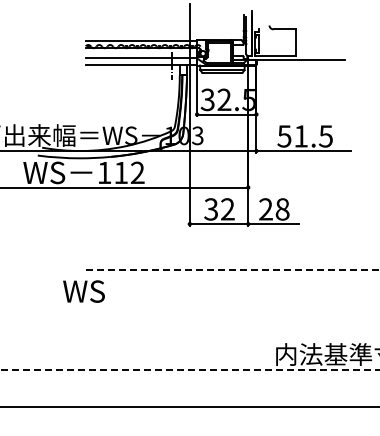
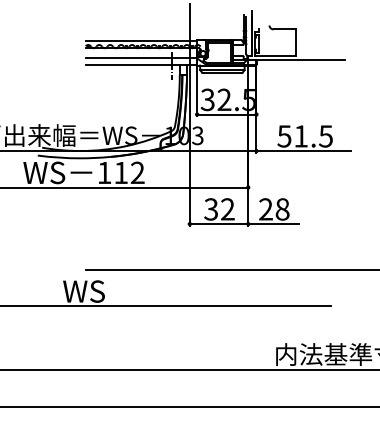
line at (232, 269): dashed -> solid
line at (166, 306): none -> present
line at (189, 370): dashed -> solid
